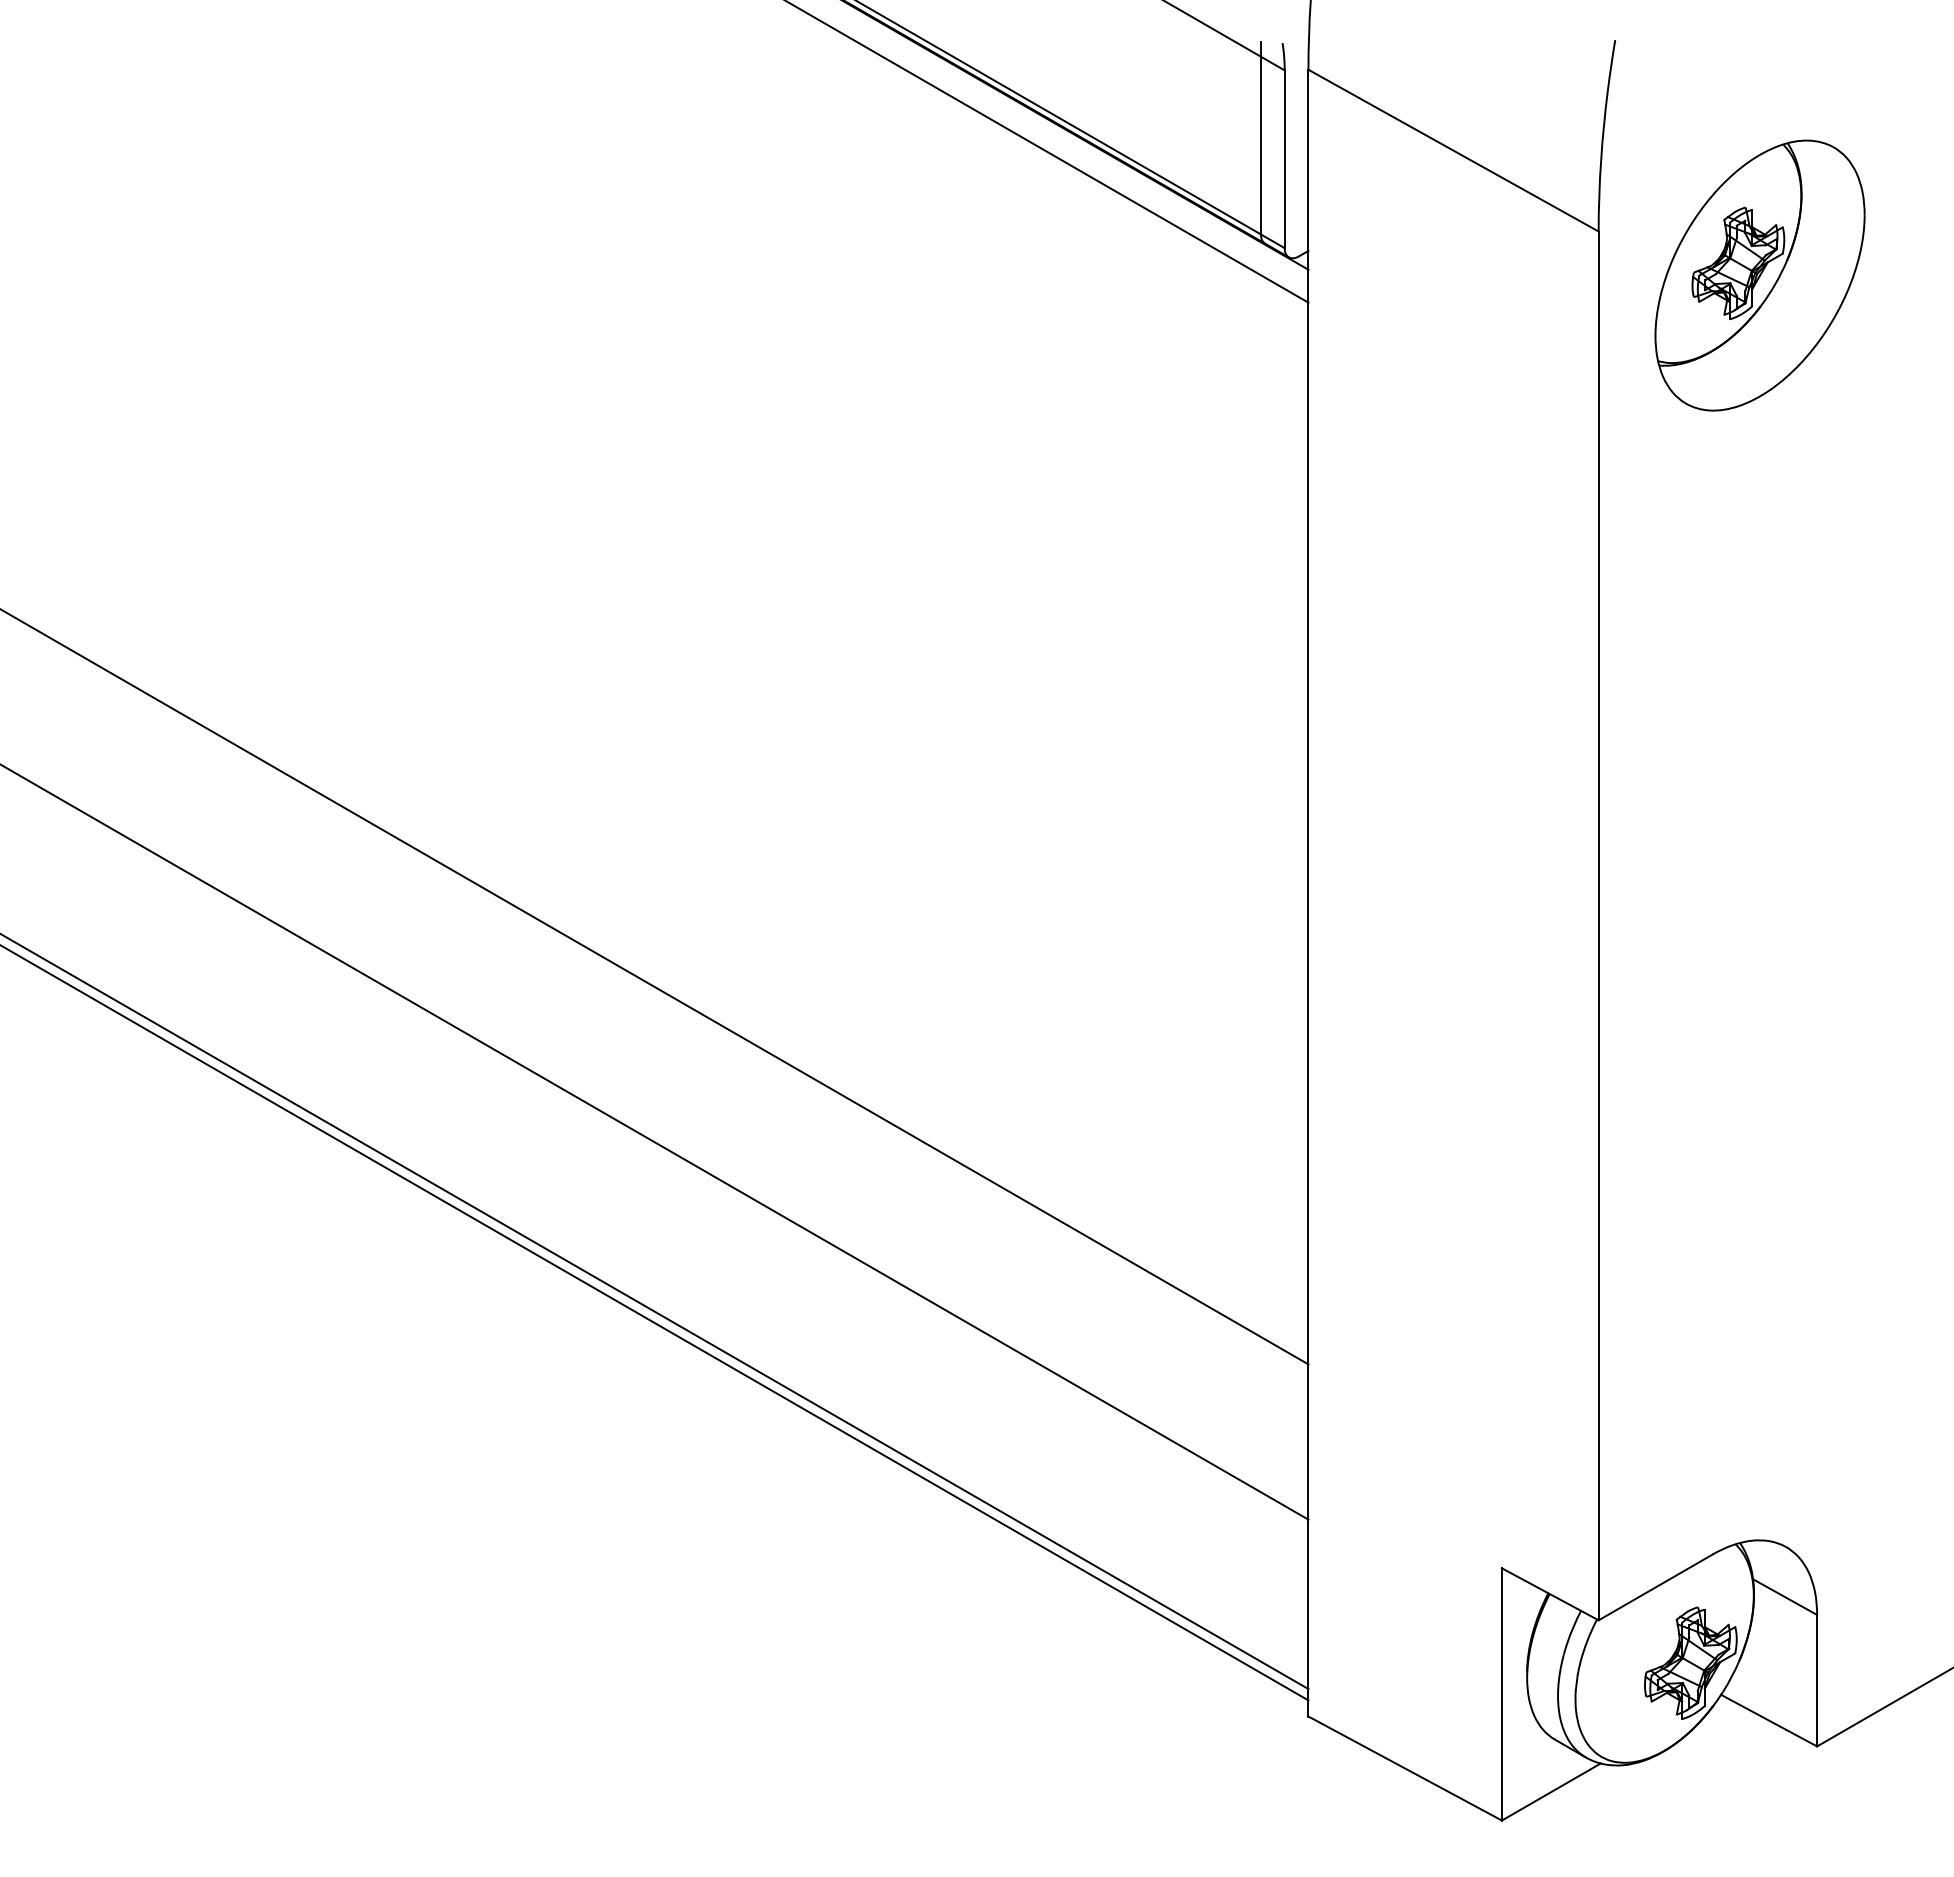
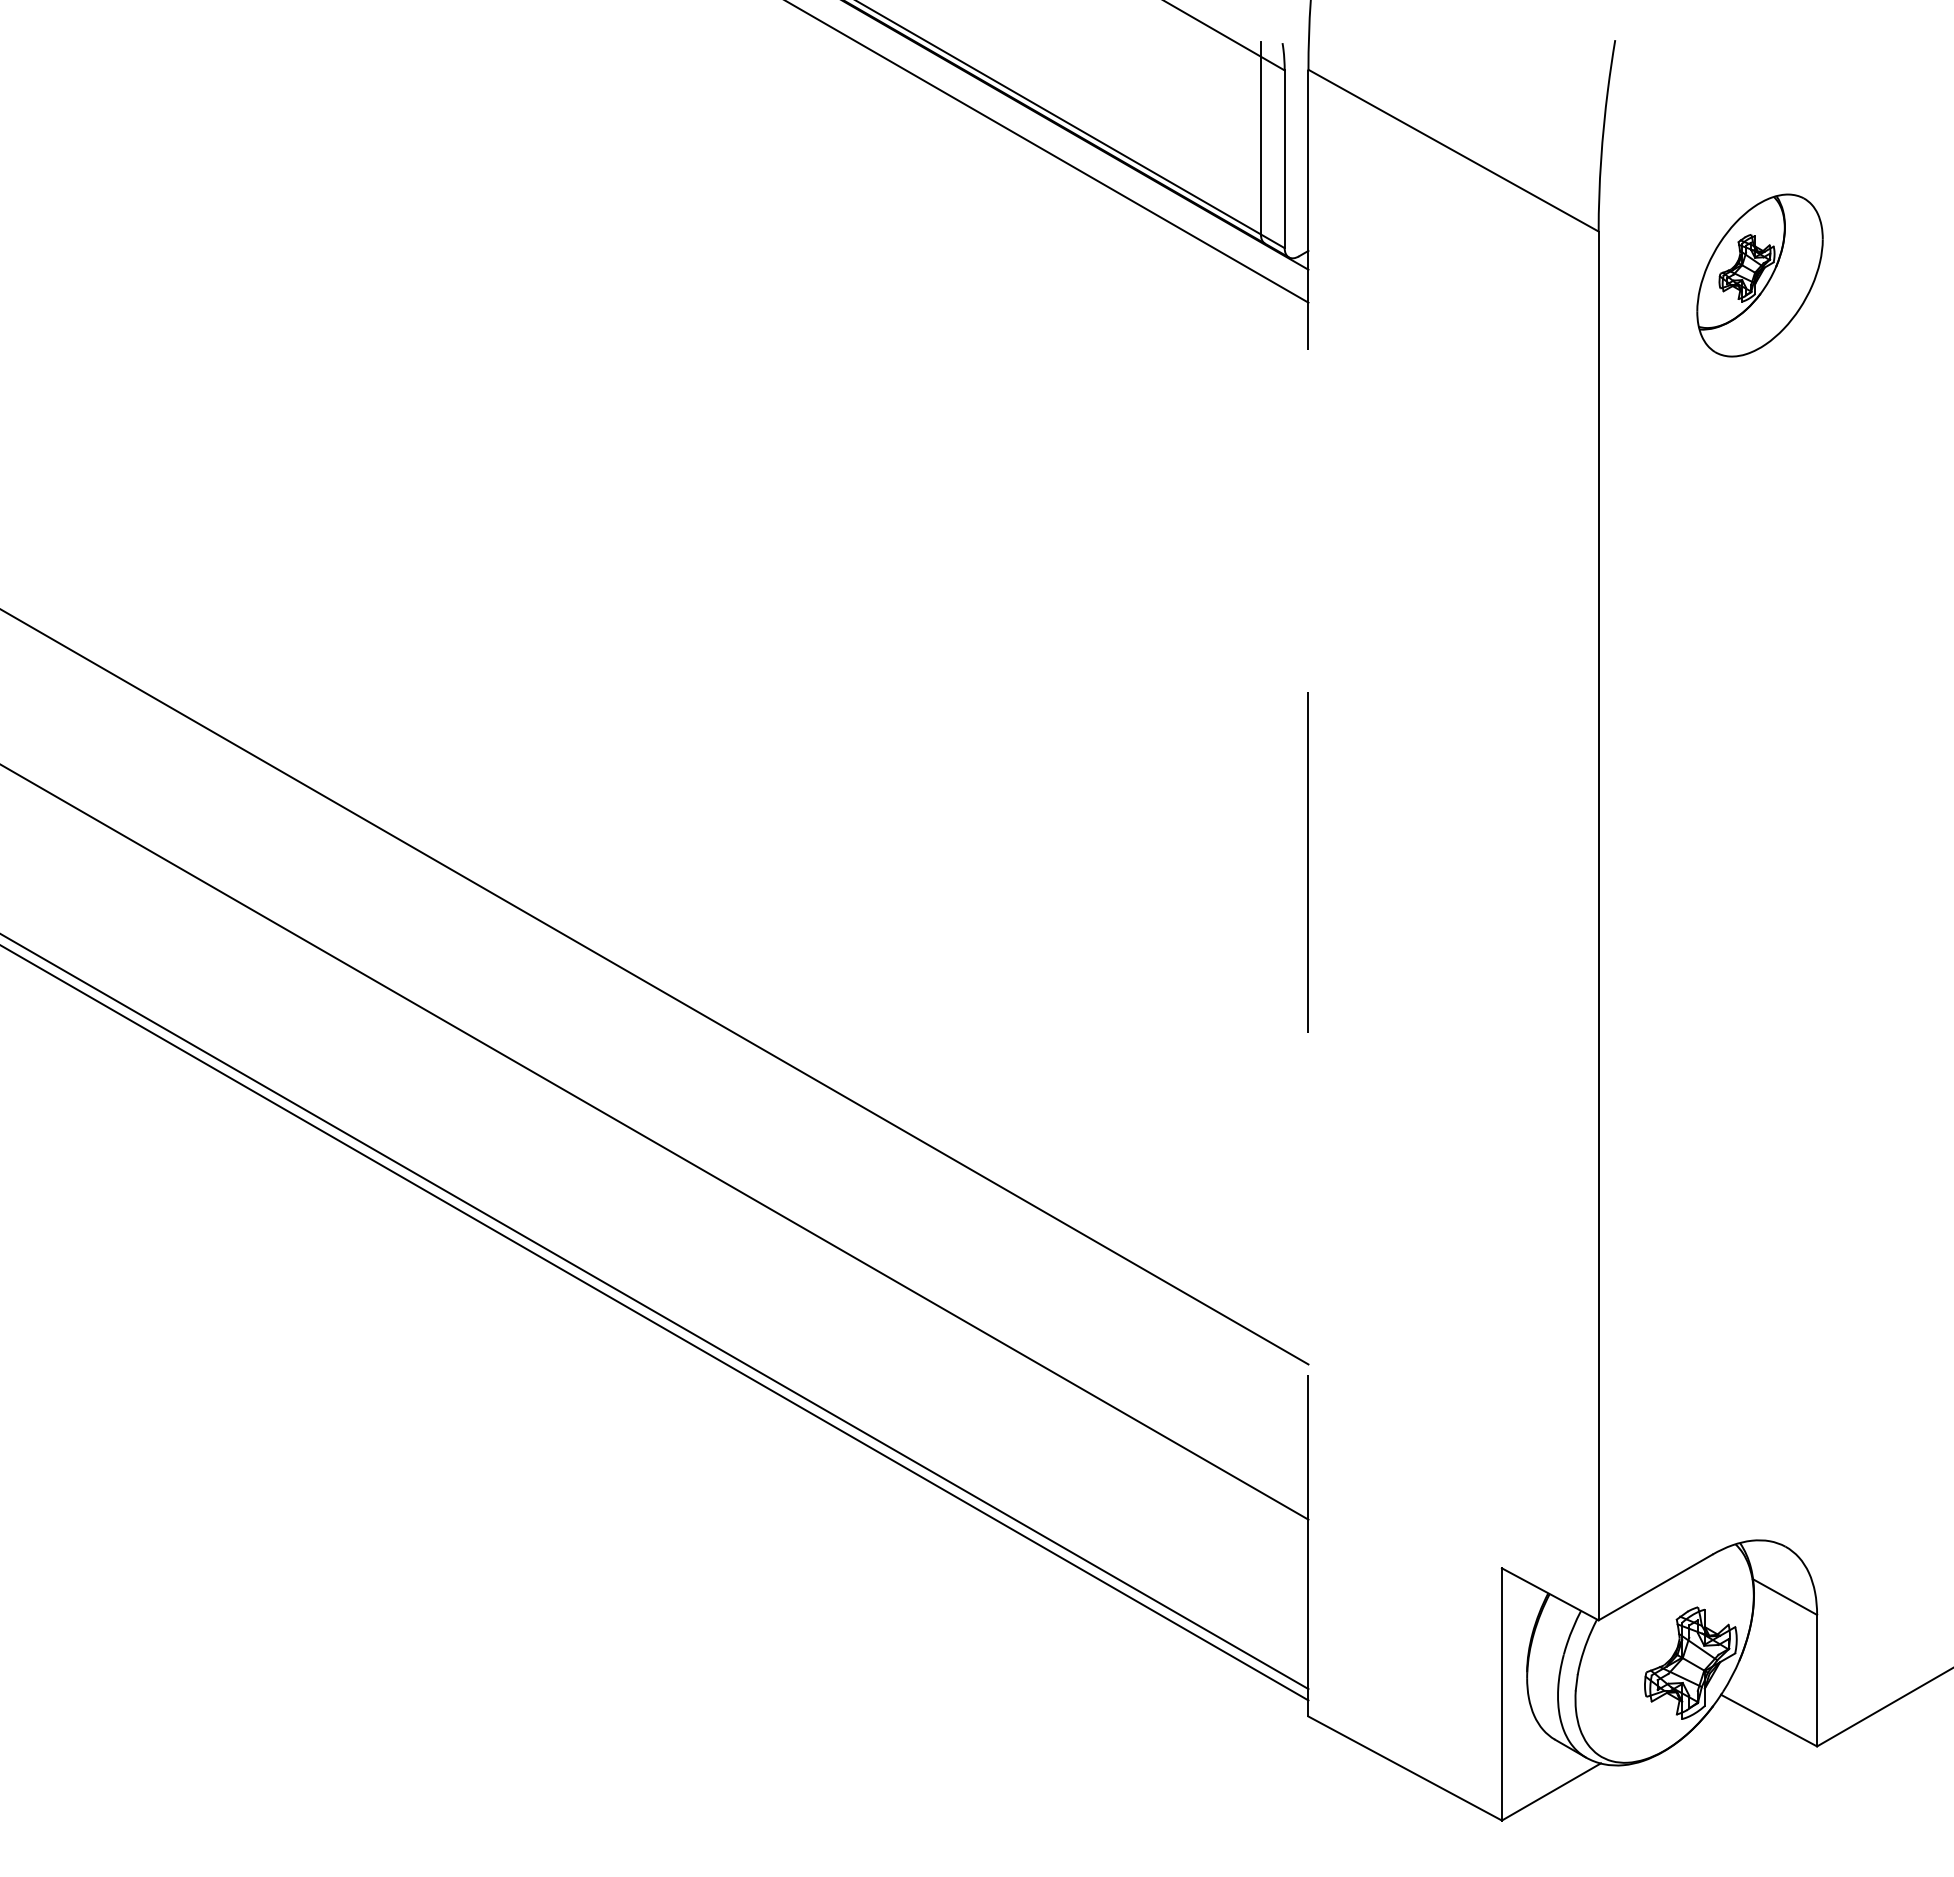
part at (1759, 275) size: 212x273 px -> 128x165 px
line at (1308, 892): solid -> dashed
